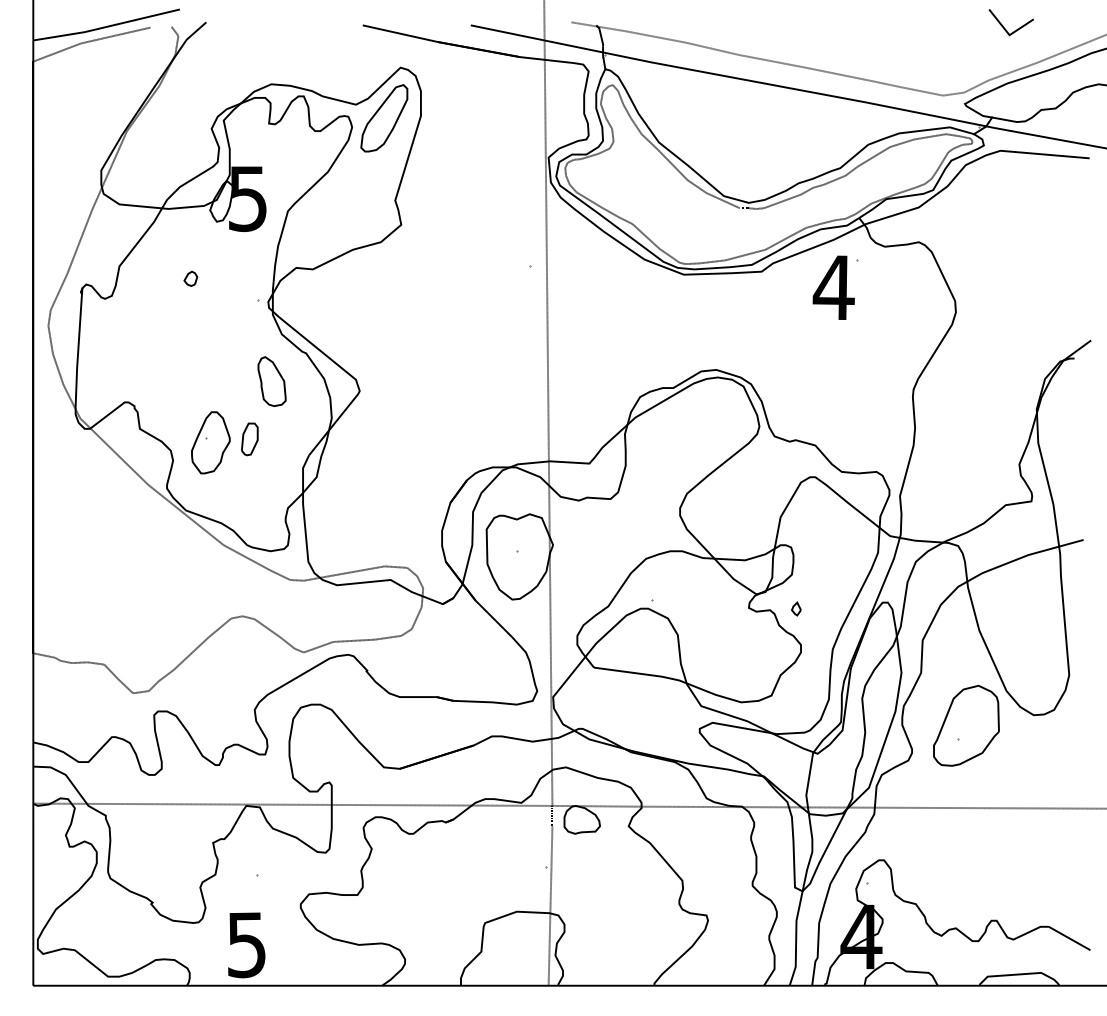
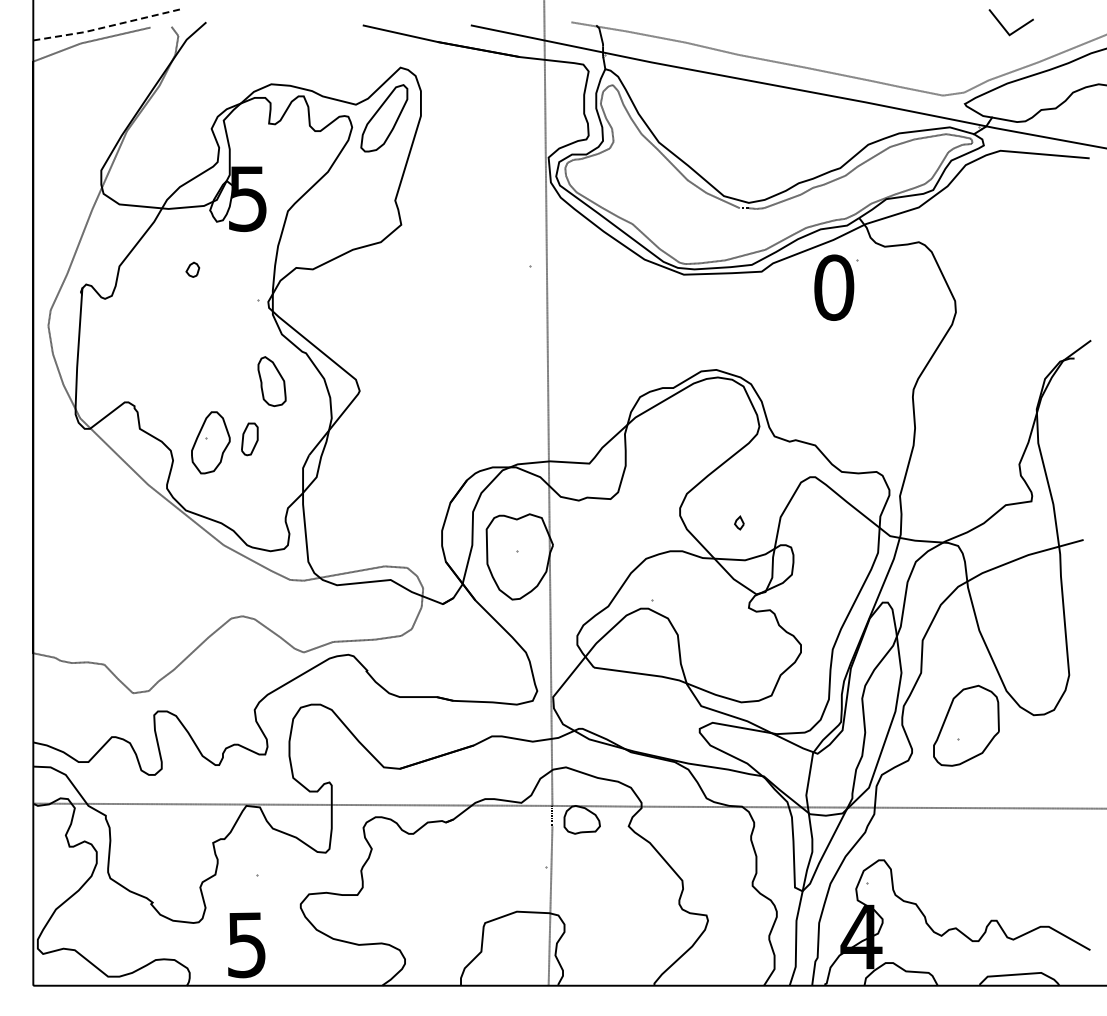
line at (106, 27): solid -> dashed
part at (190, 278) position: (190, 278) -> (192, 269)
text at (833, 287): 4 -> 0
part at (796, 608) position: (796, 608) -> (739, 522)
